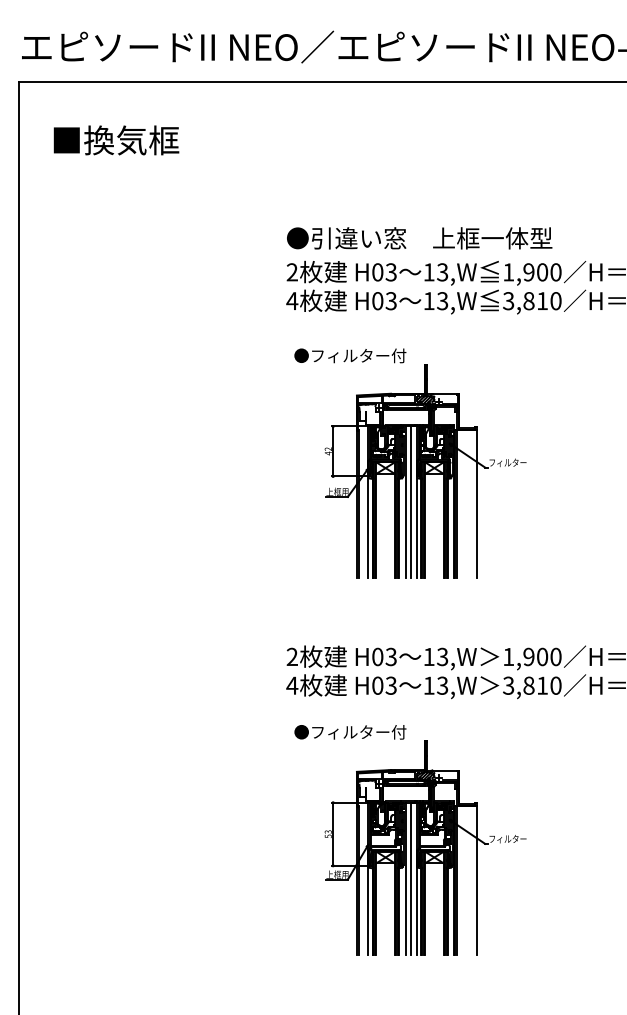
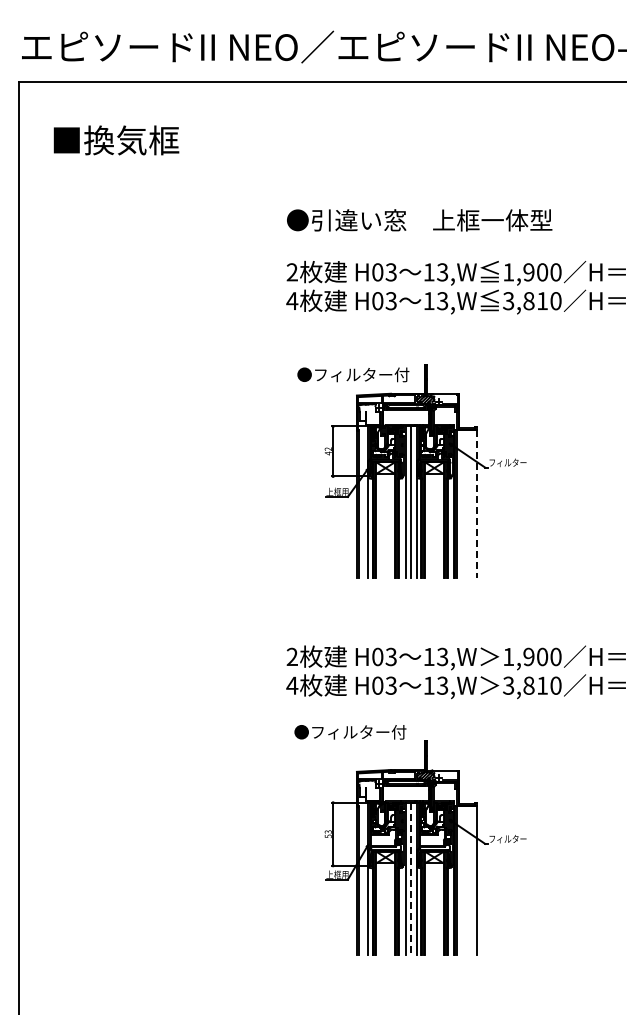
text at (419, 238) position: (419, 238) -> (419, 220)
text at (350, 355) position: (350, 355) -> (353, 374)
line at (477, 504): solid -> dashed
line at (411, 878): solid -> dashed
